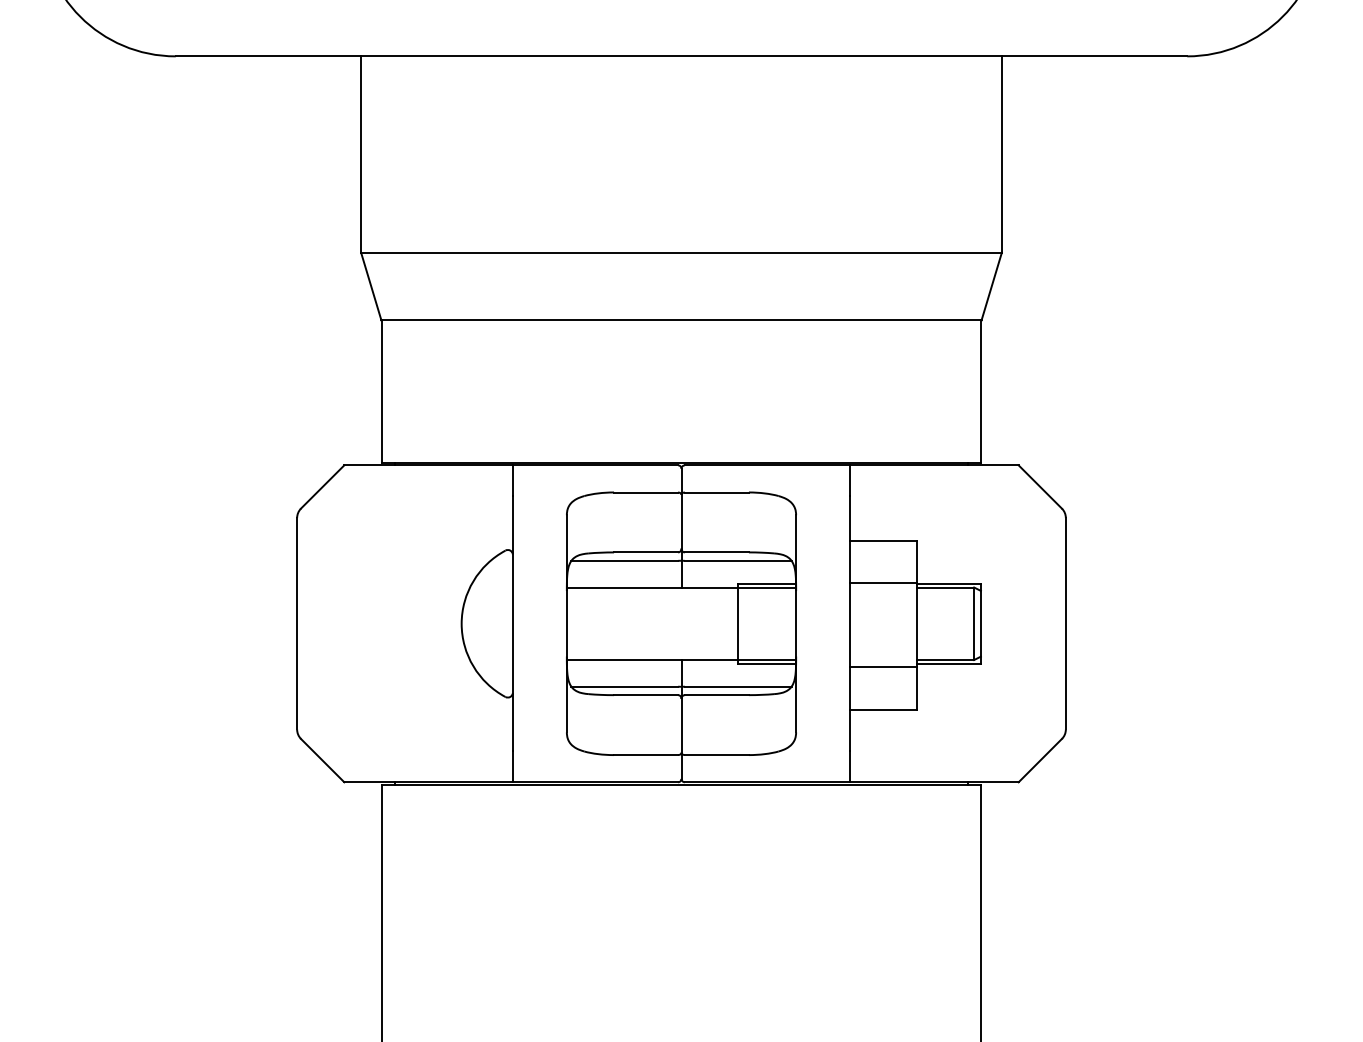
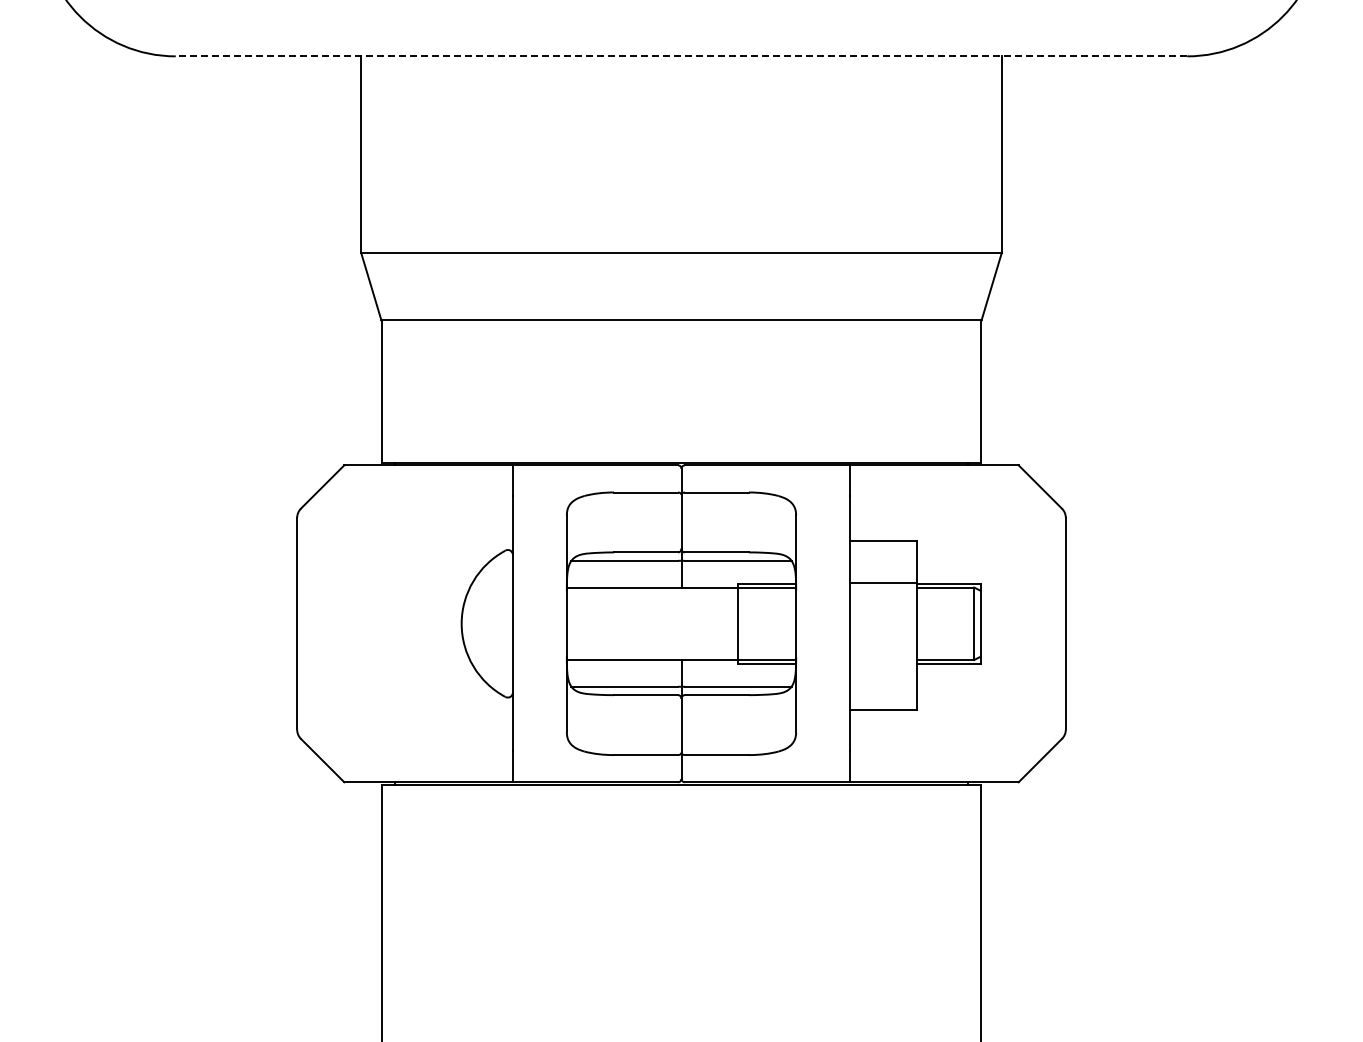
line at (681, 56): solid -> dashed
line at (883, 667): present -> none
